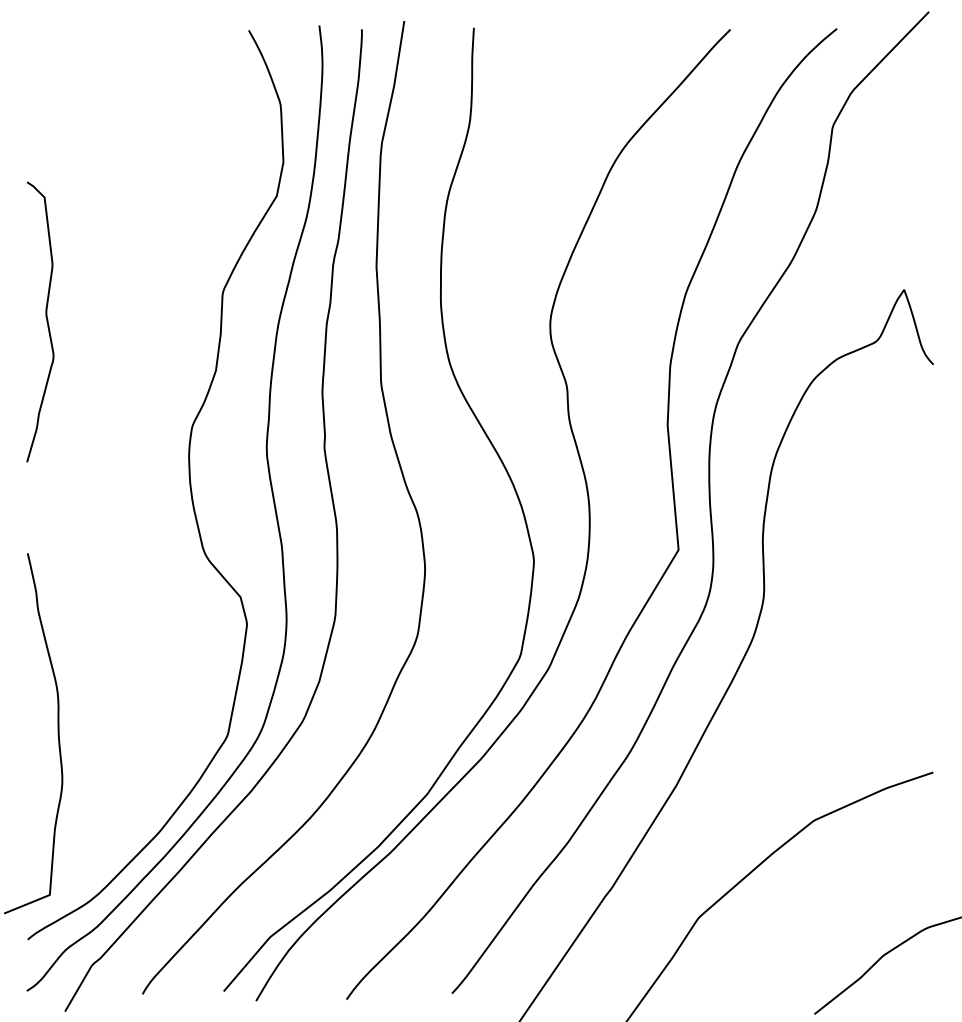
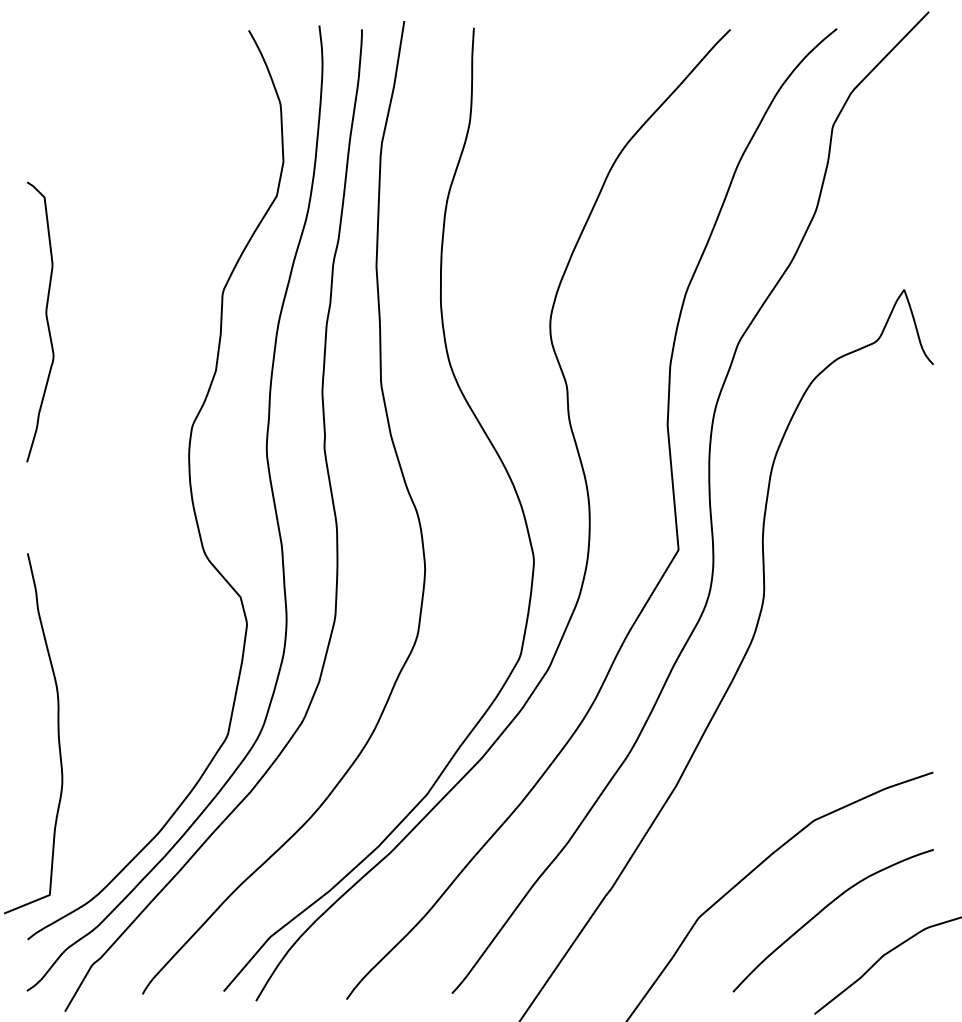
curve at (823, 910): none -> present
